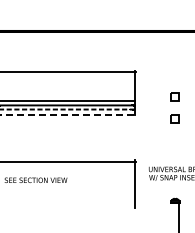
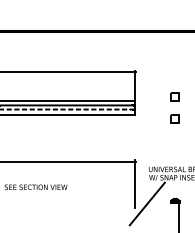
line at (67, 115): dashed -> solid
text at (35, 179) position: (35, 179) -> (35, 186)
line at (146, 203): none -> present
